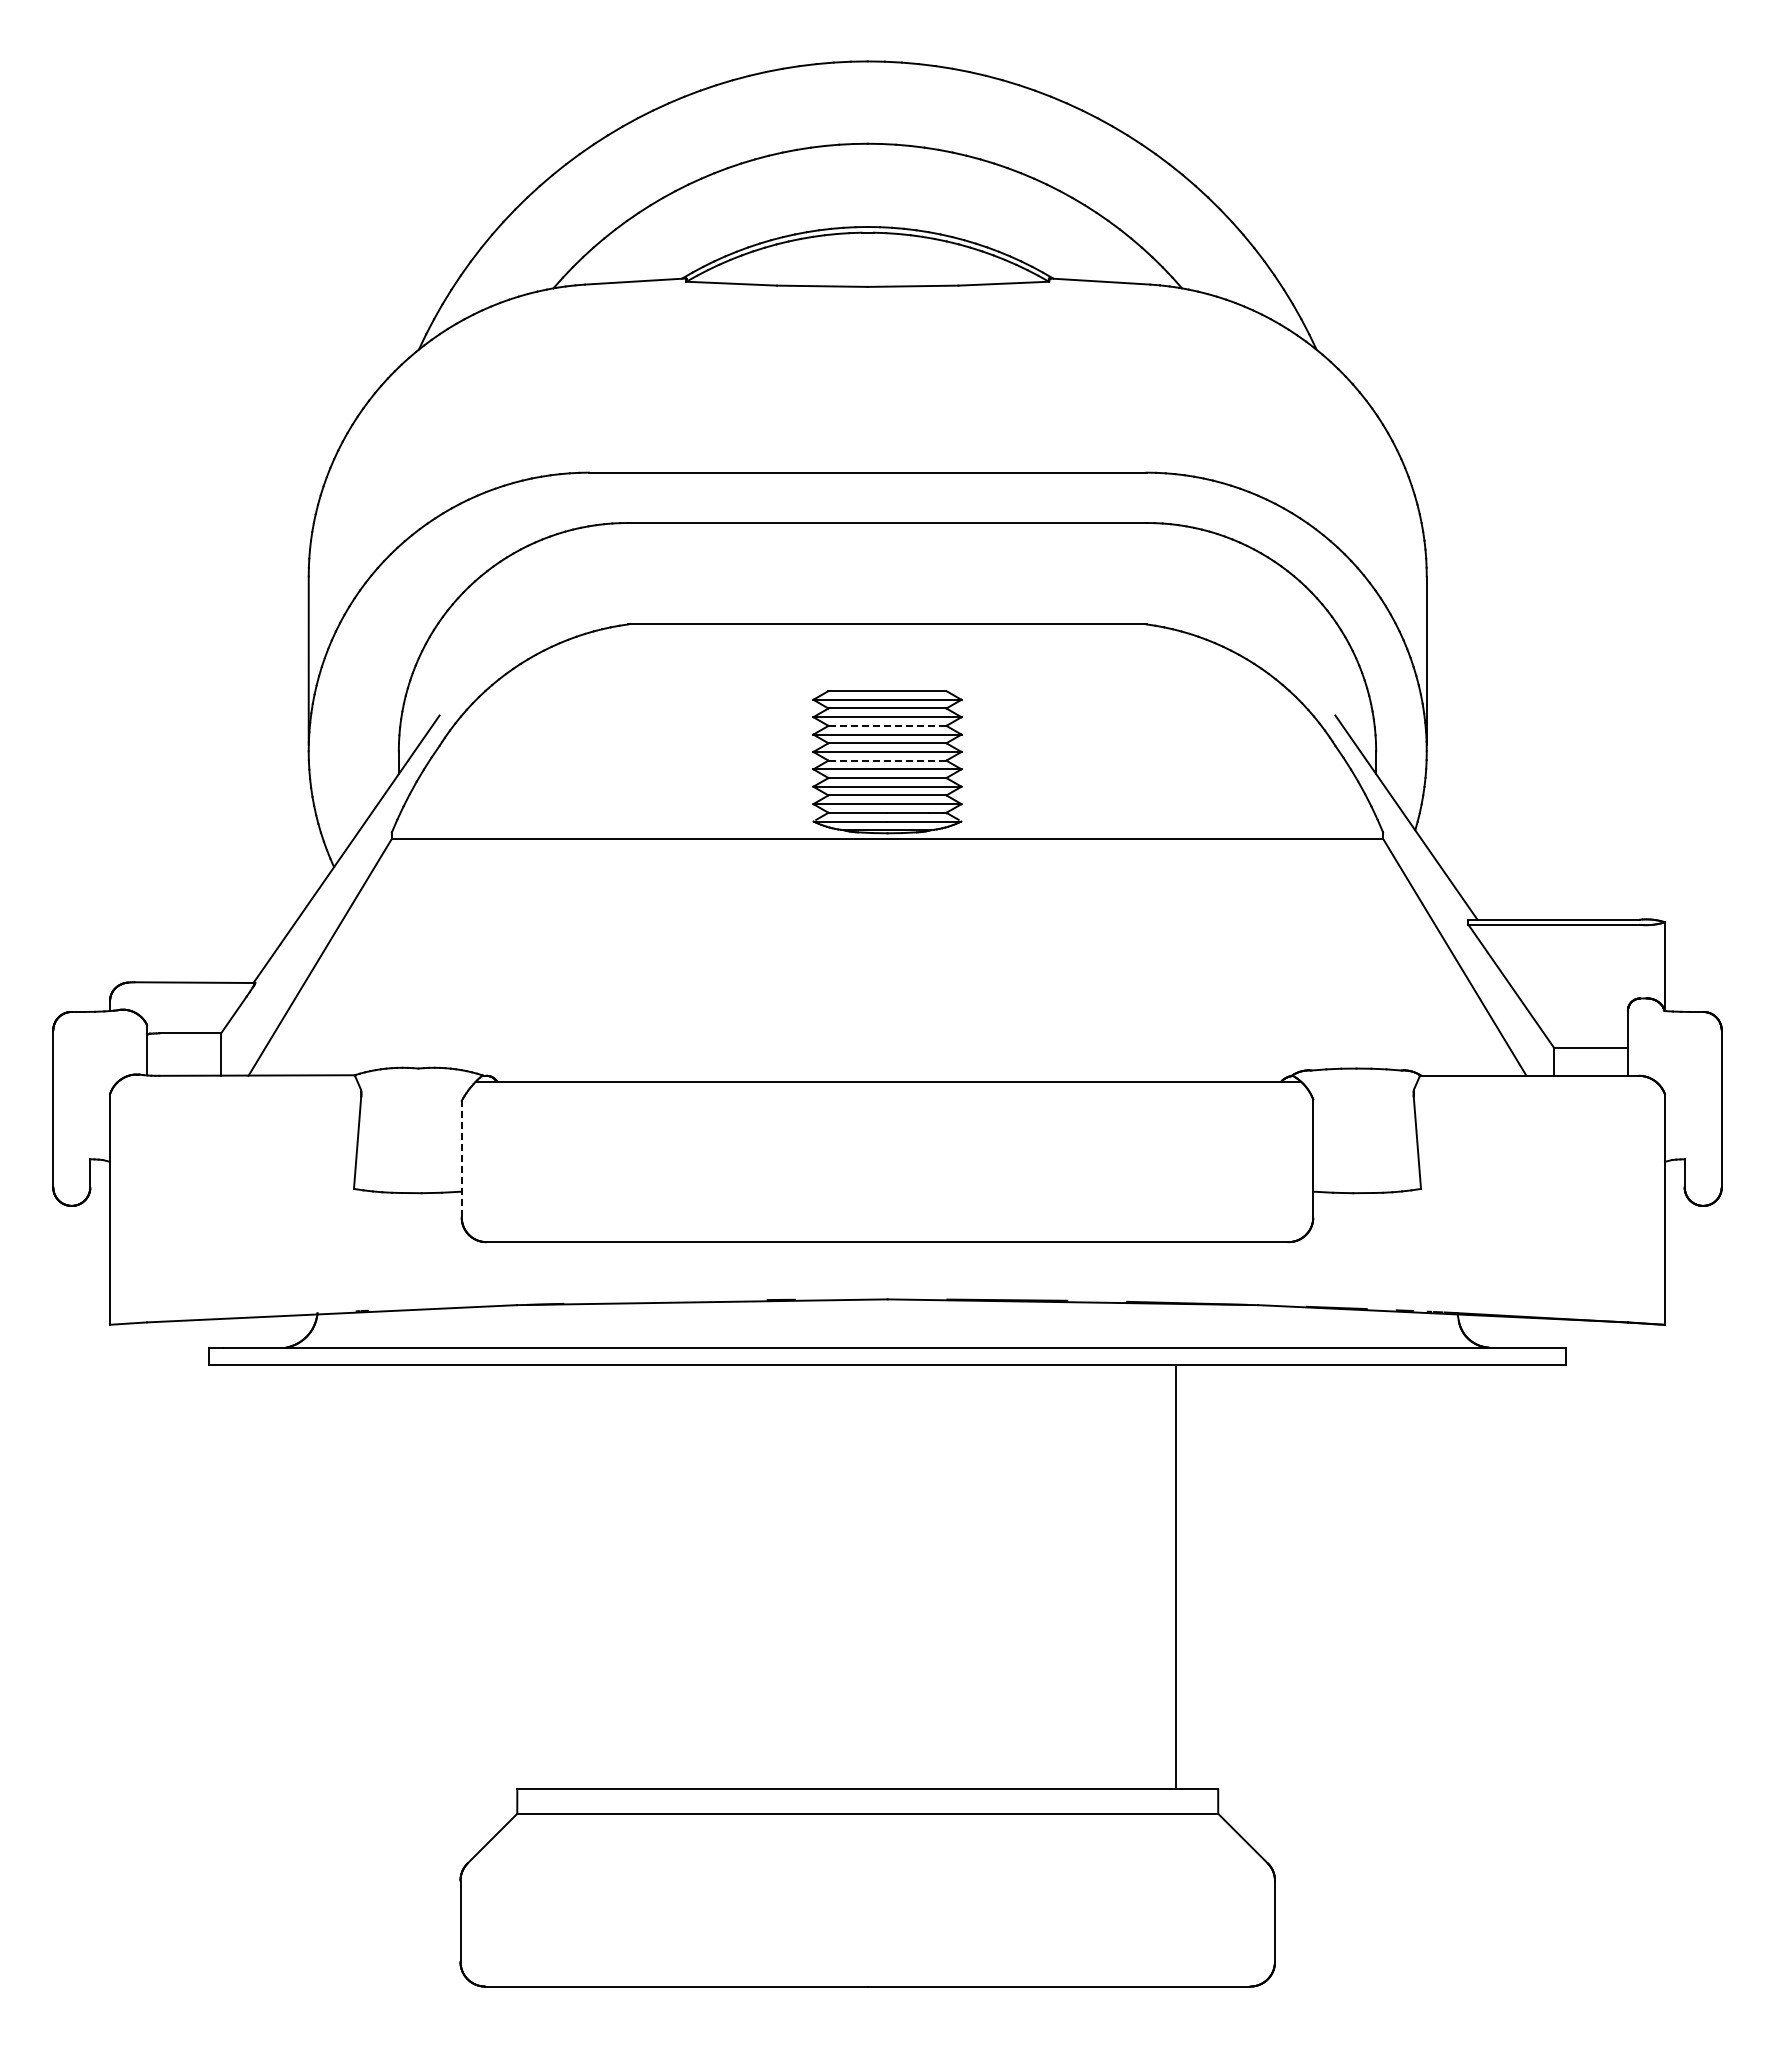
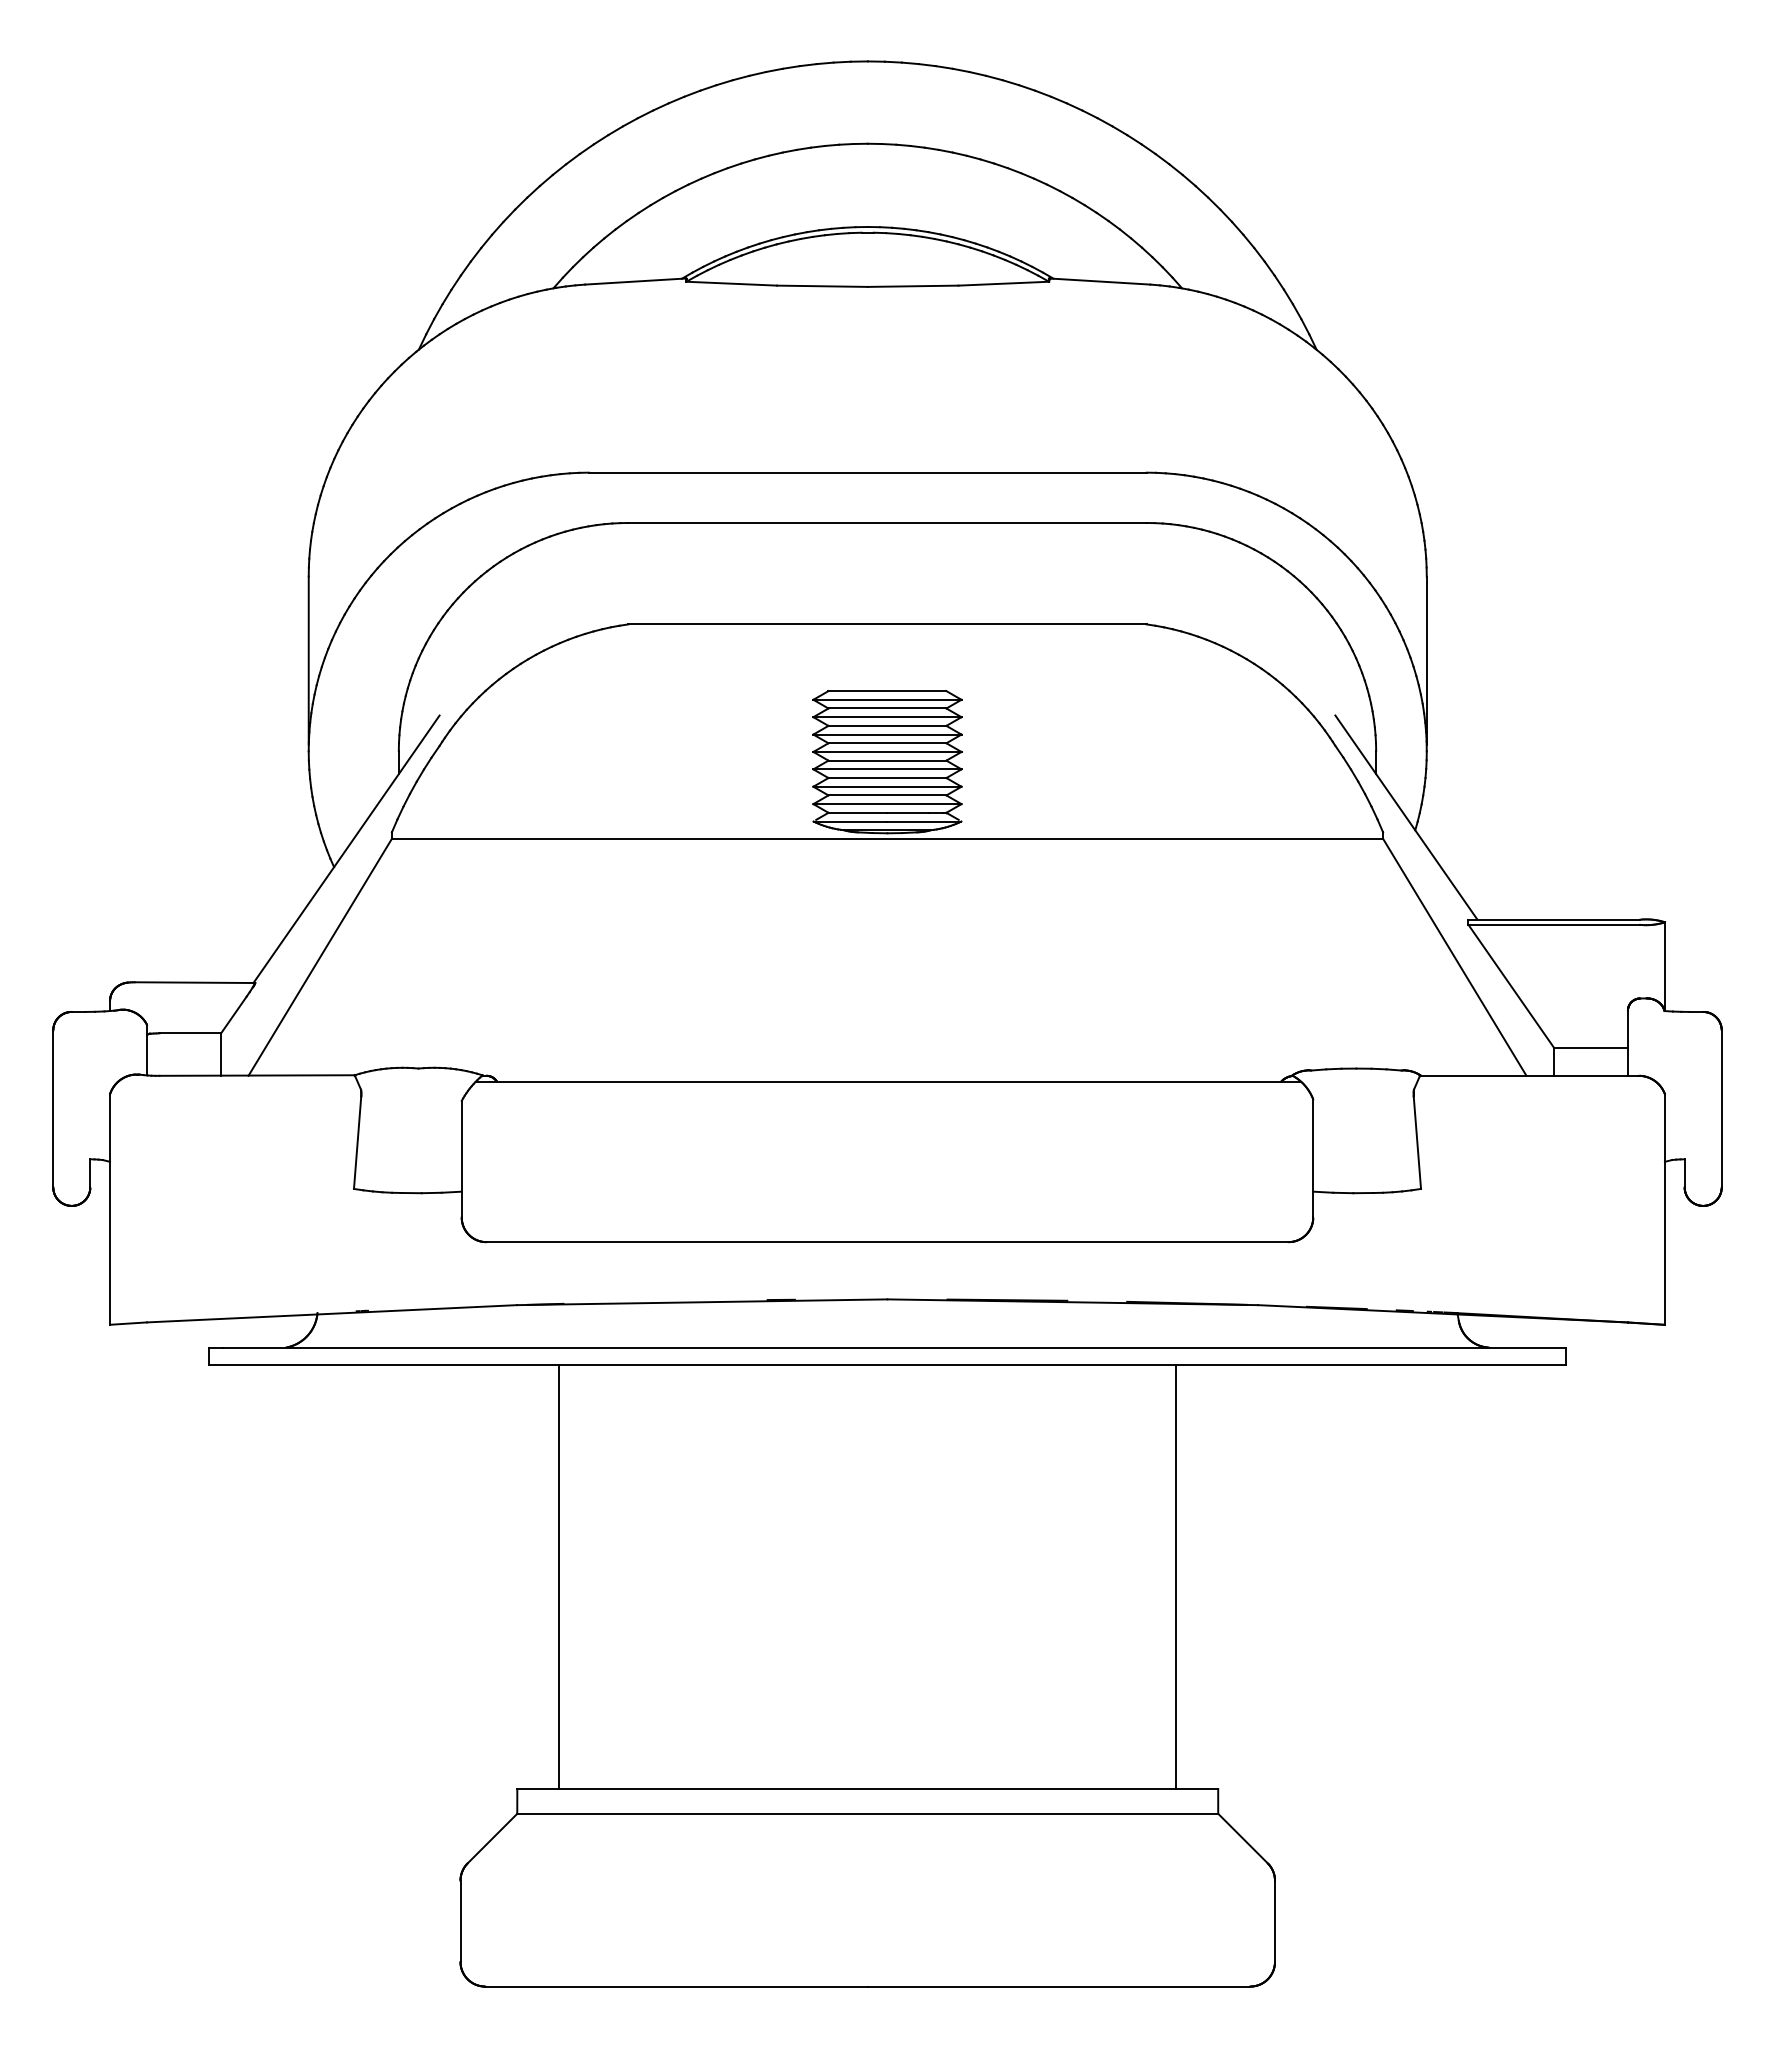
line at (887, 725): dashed -> solid
line at (887, 760): dashed -> solid
line at (461, 1158): dashed -> solid
line at (559, 1576): none -> present
